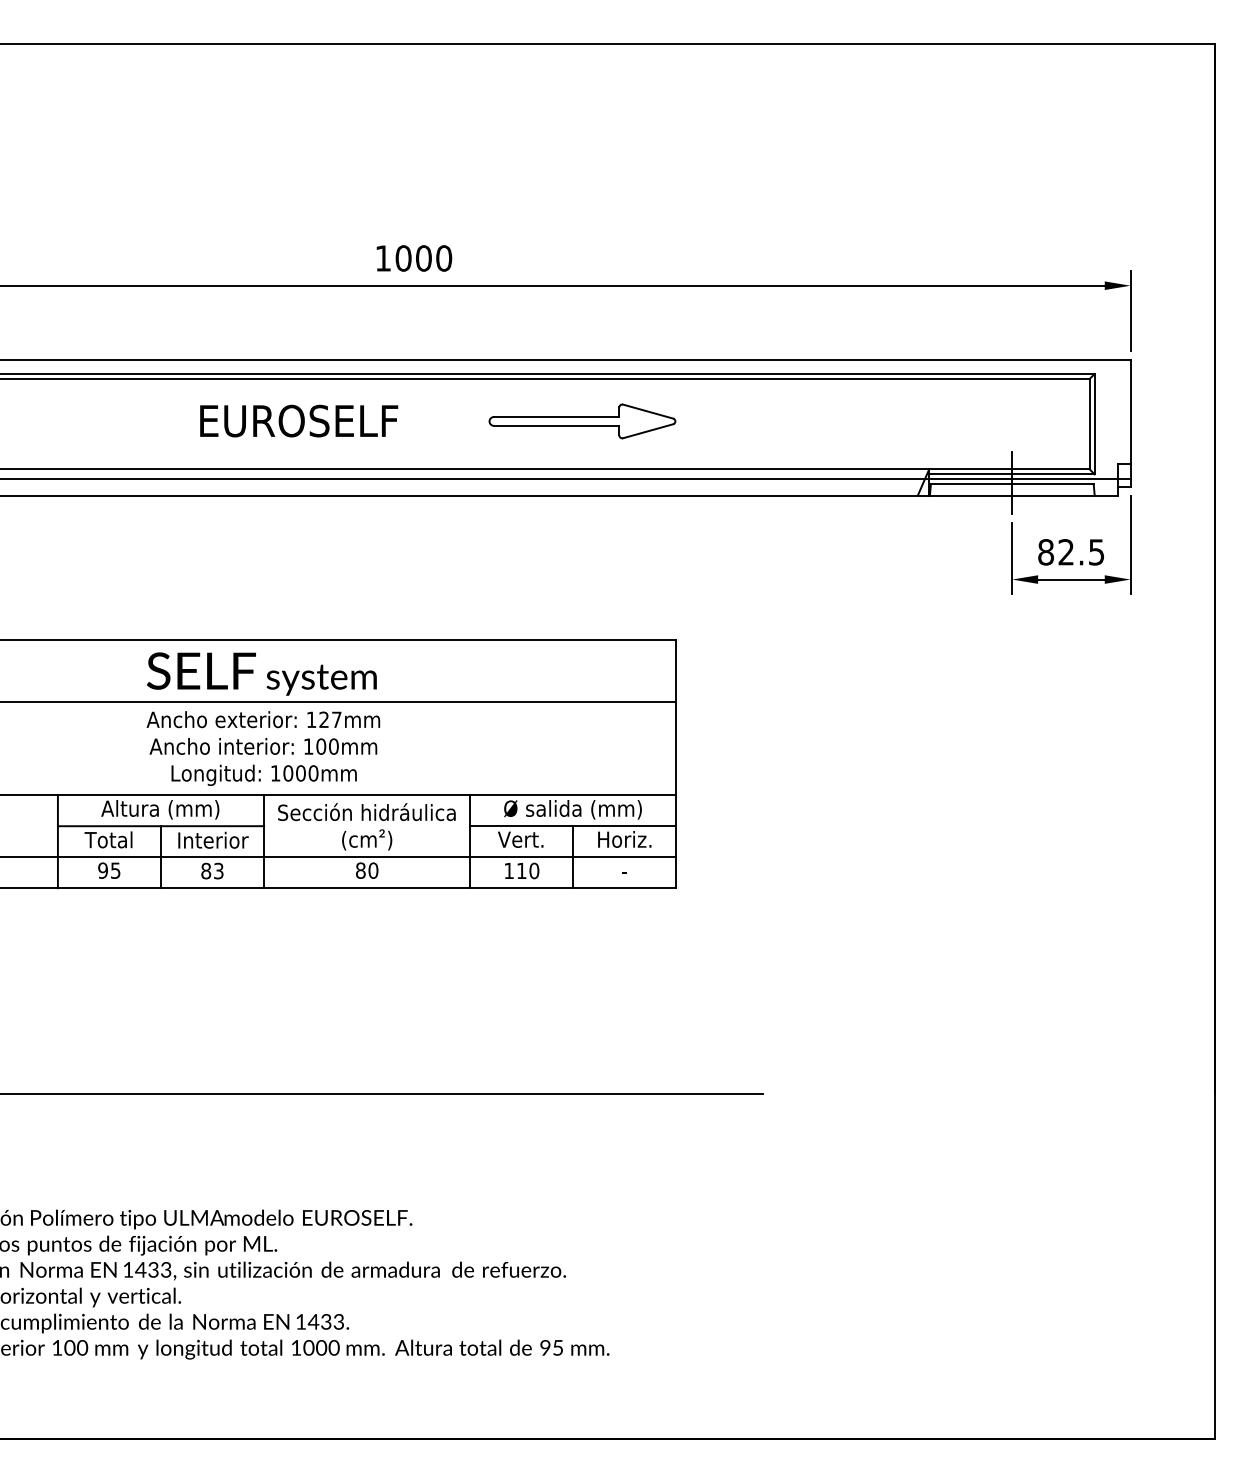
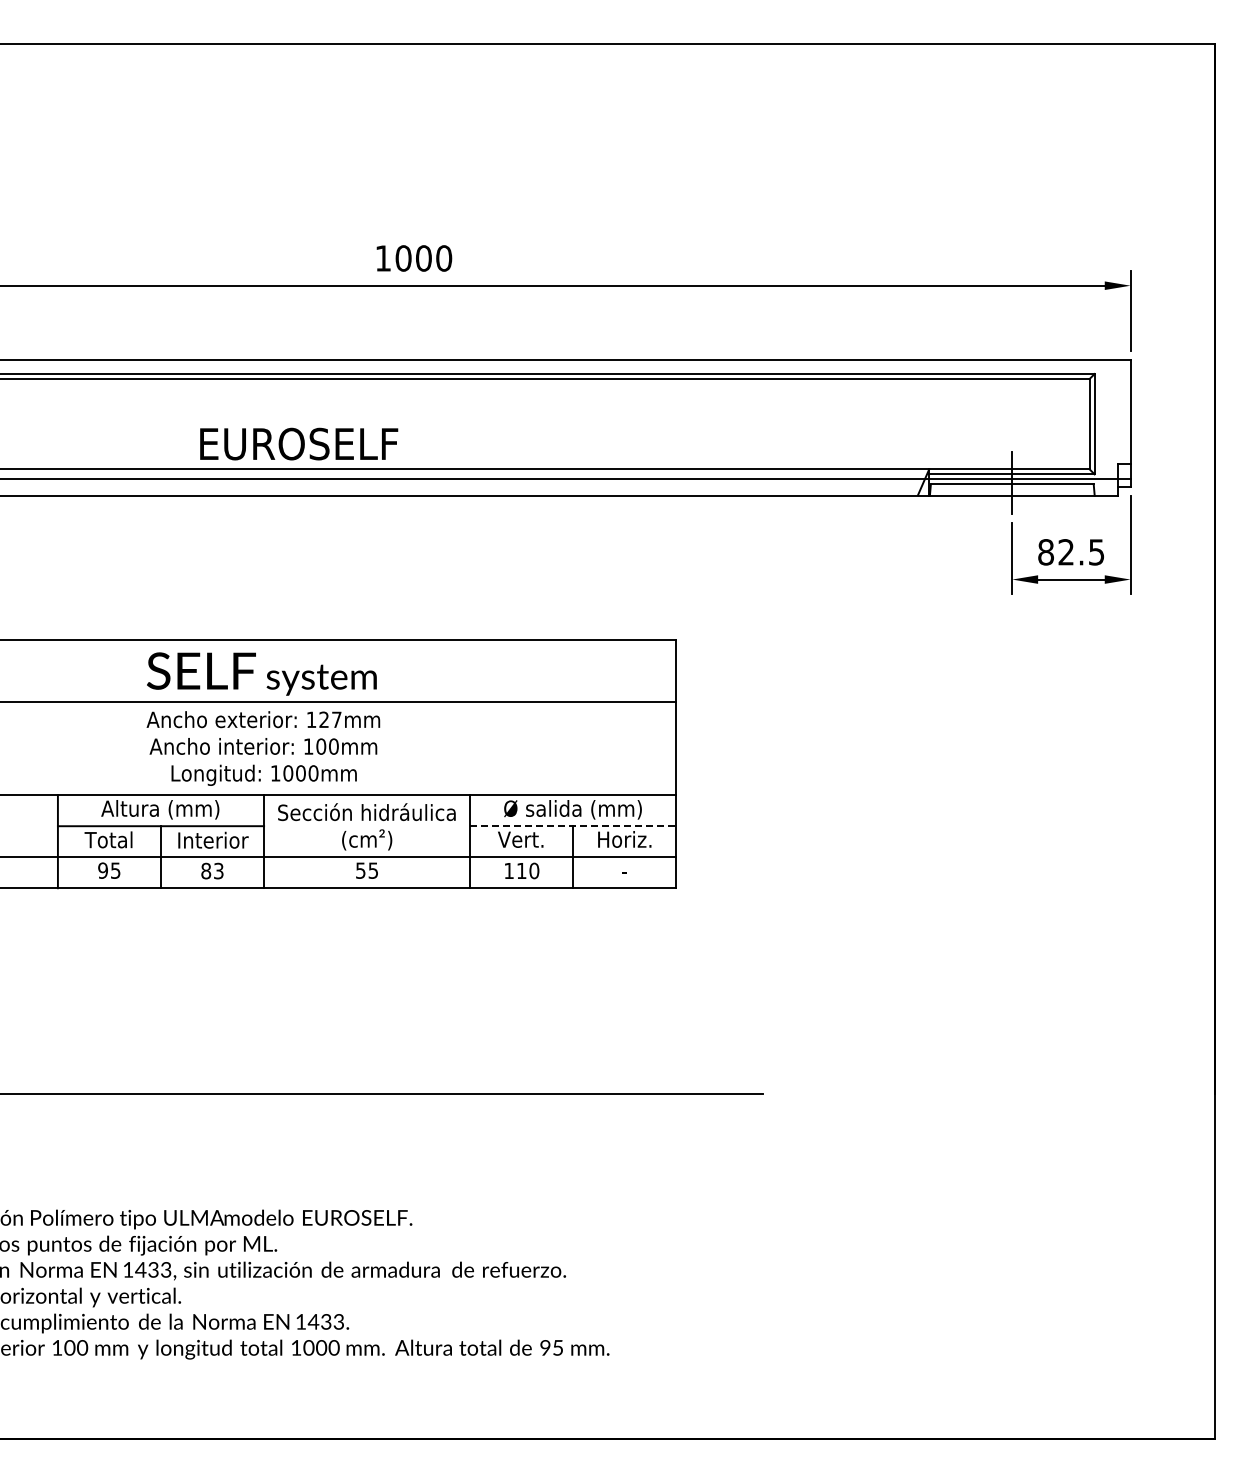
text at (299, 420) position: (299, 420) -> (299, 443)
part at (582, 421): present -> none
line at (573, 826): solid -> dashed
text at (367, 870): 80 -> 55
